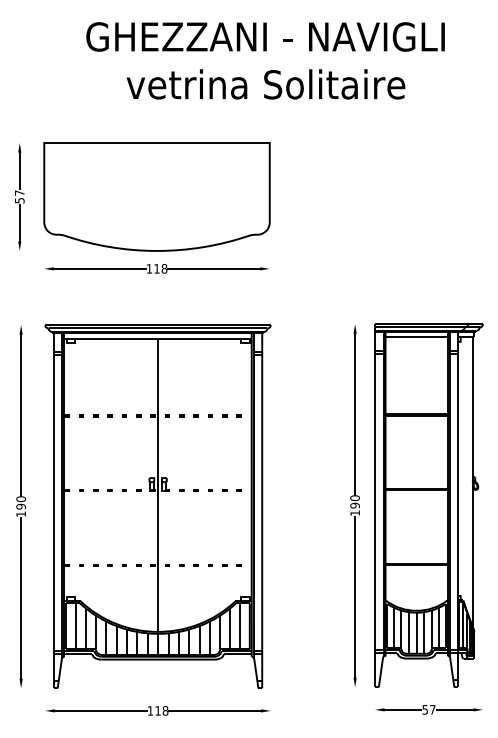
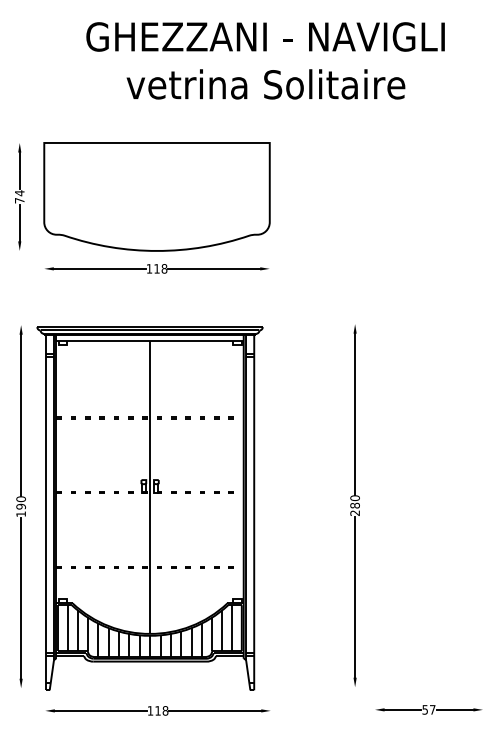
text at (19, 196): 57 -> 74
part at (428, 505): present -> none
part at (157, 506) position: (157, 506) -> (149, 508)
text at (354, 508): 190 -> 280
